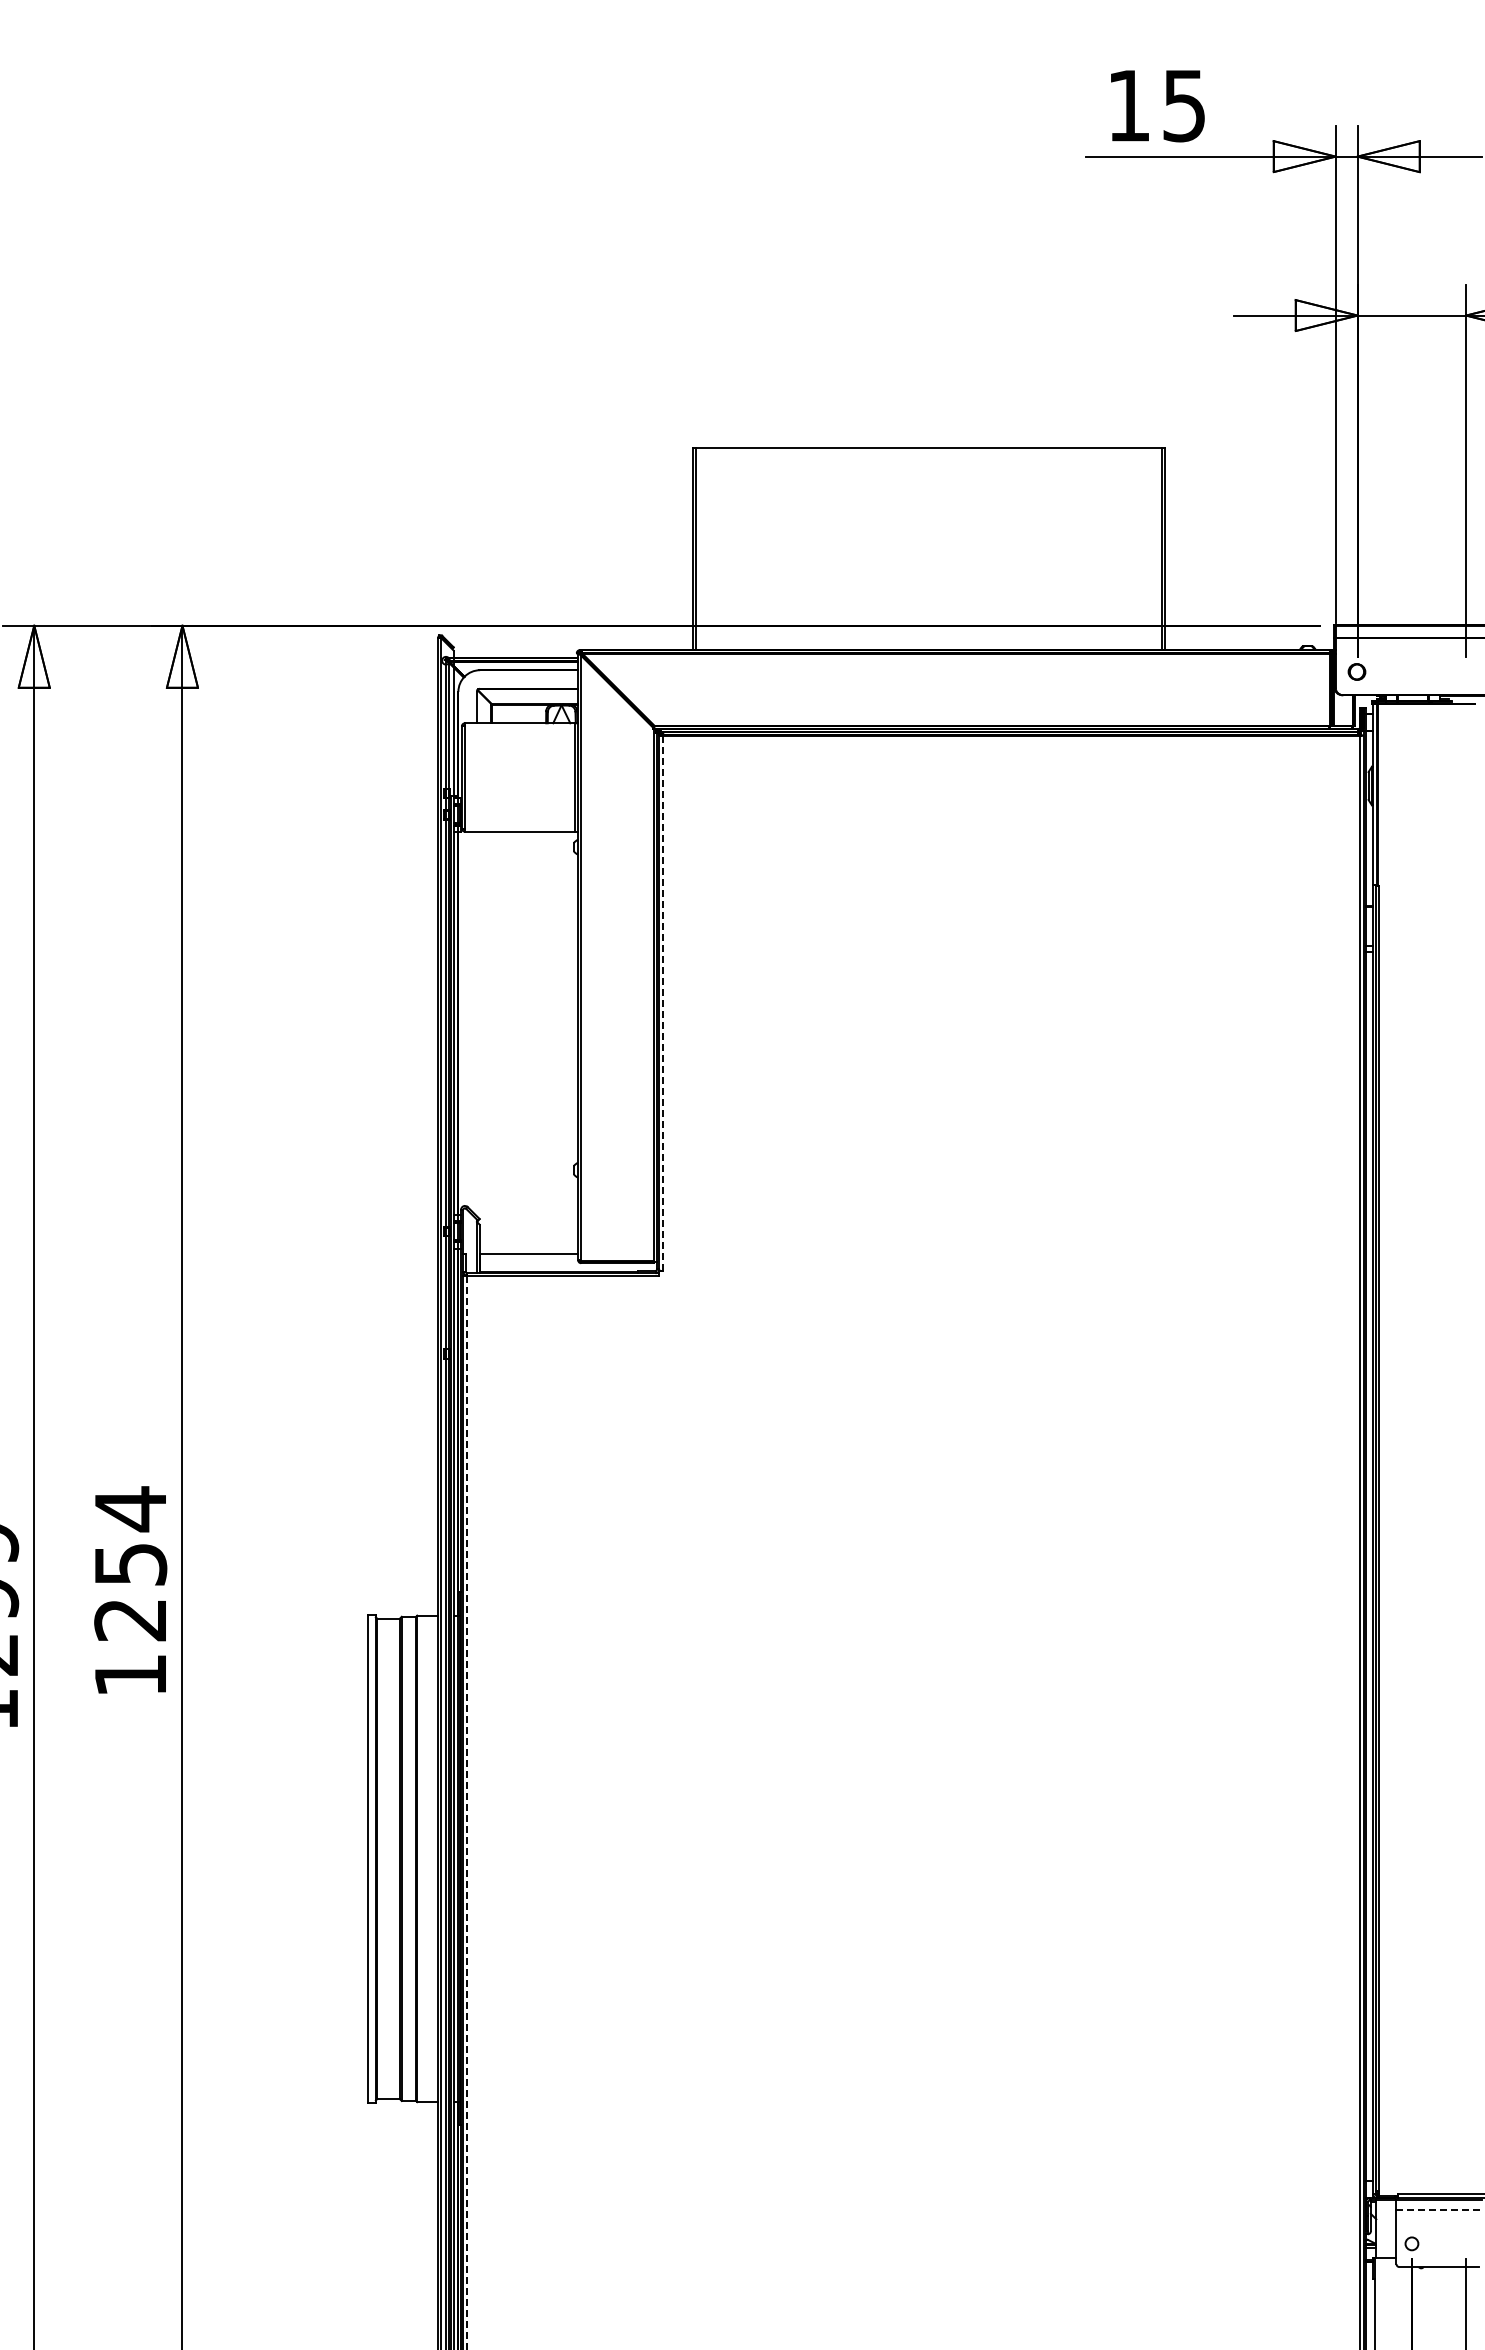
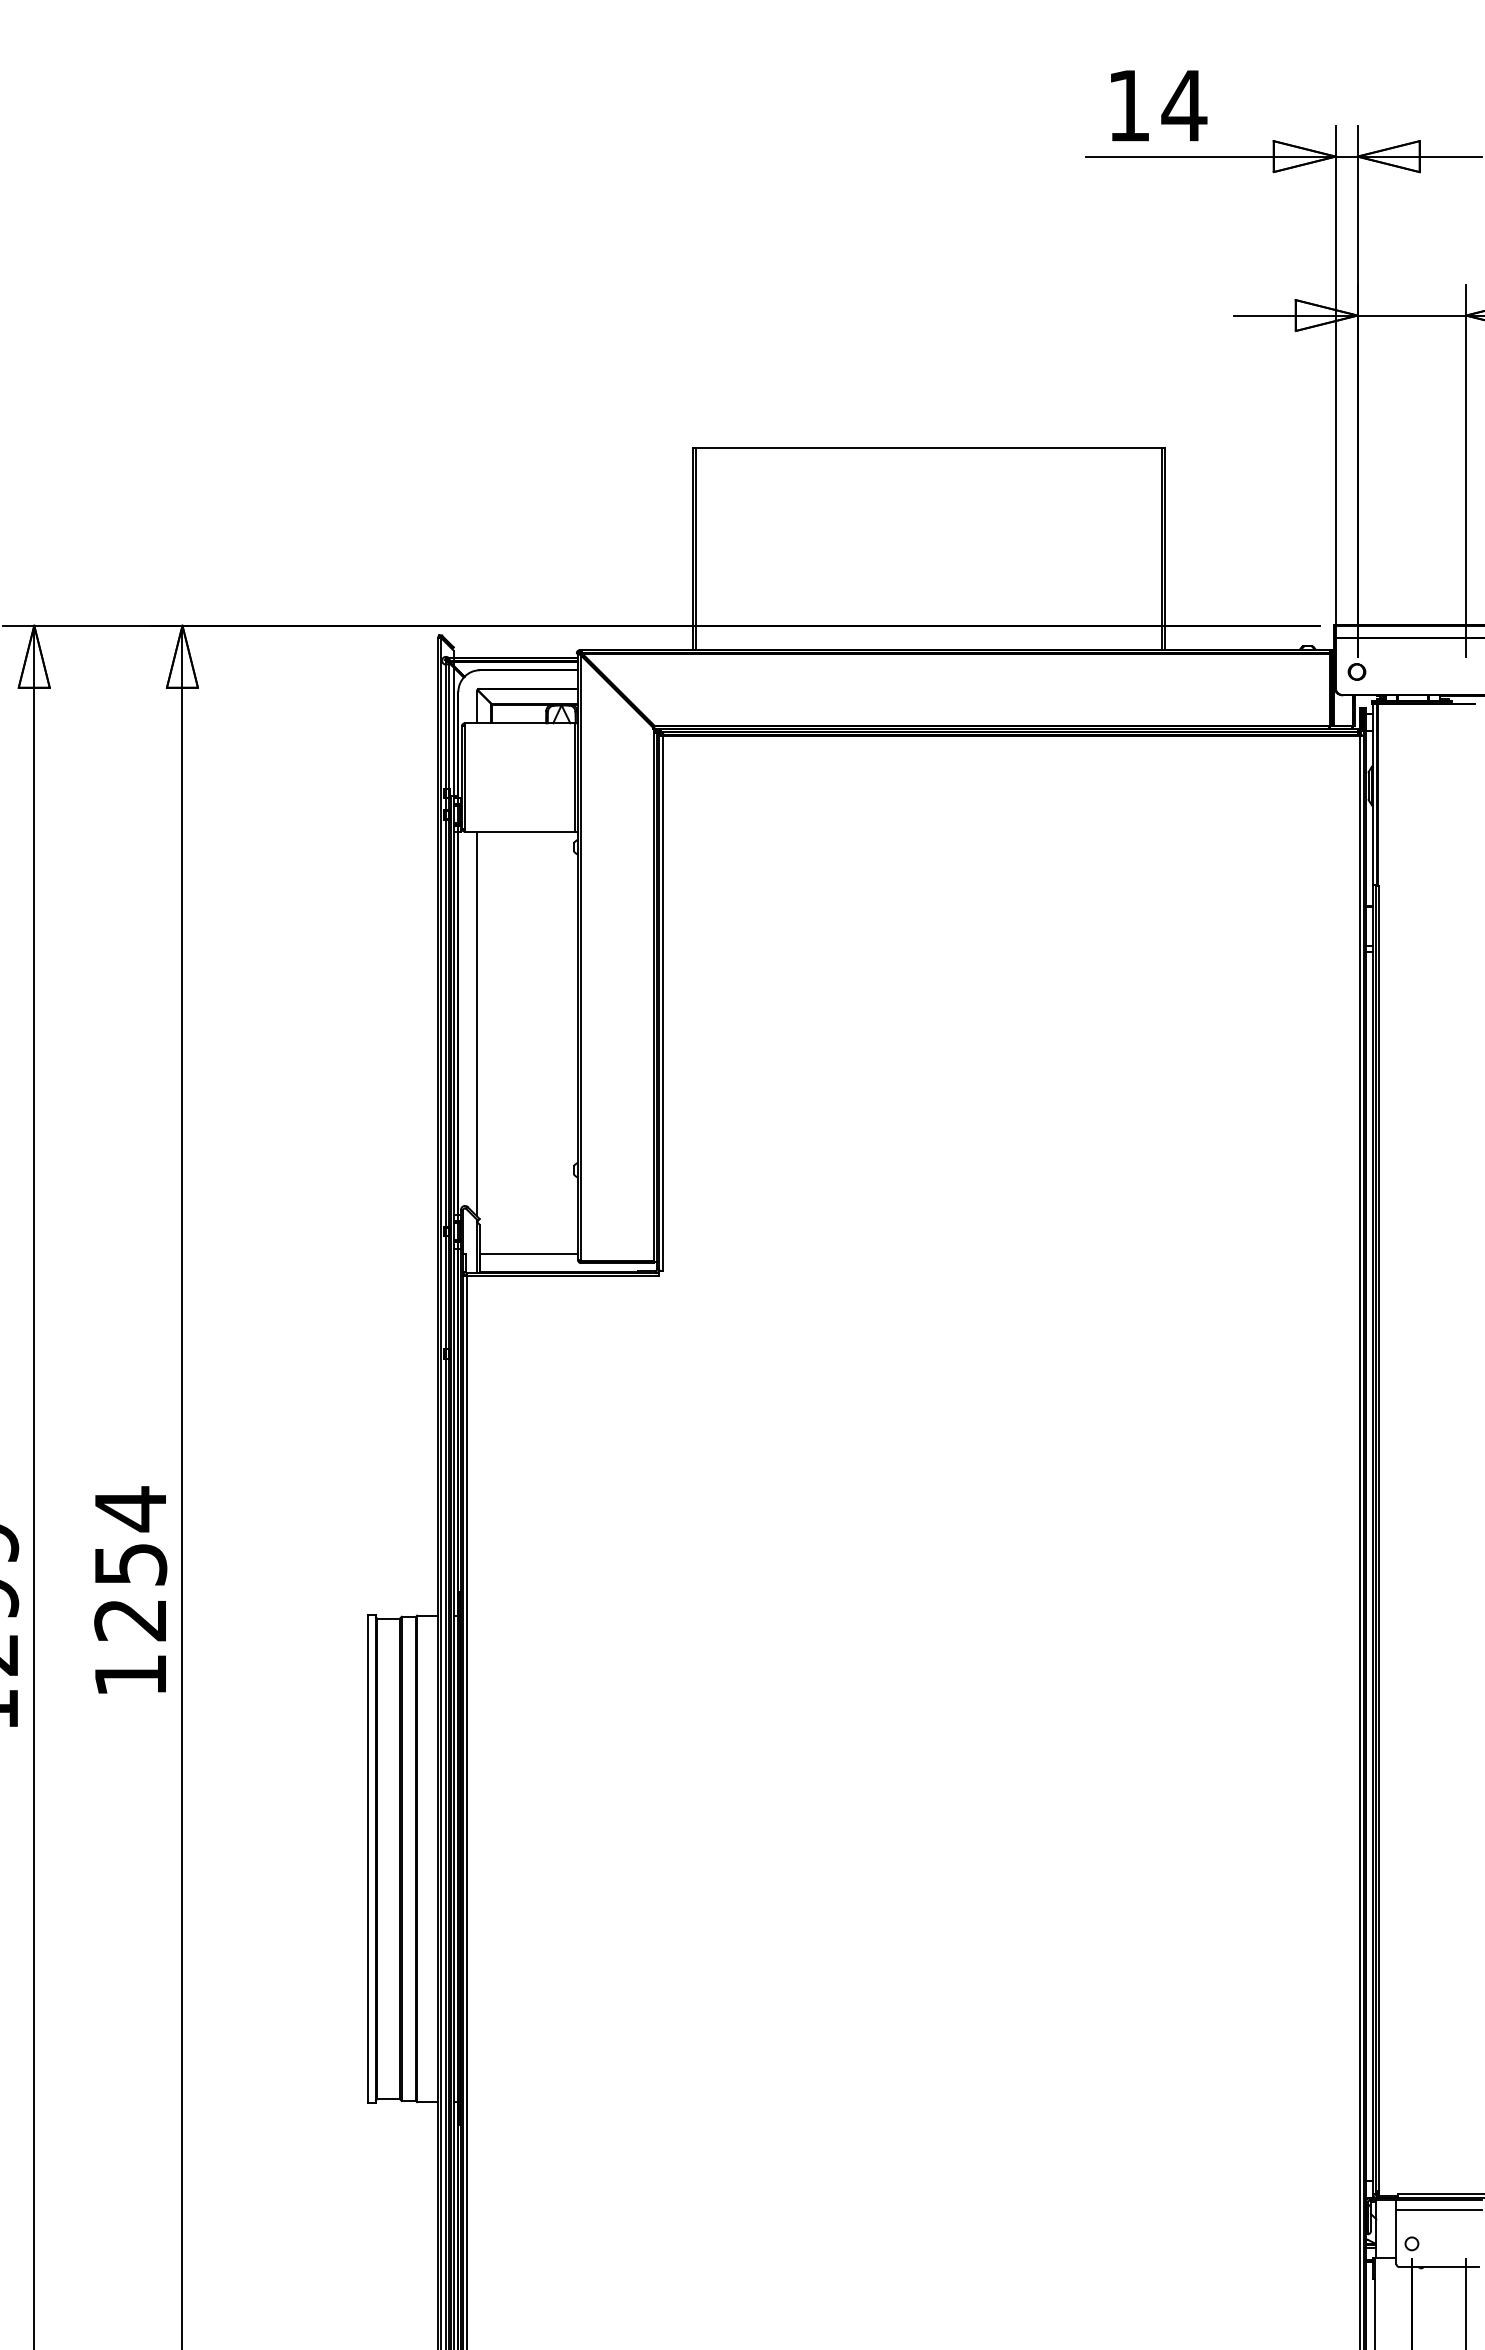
text at (1184, 106): 15 -> 14
line at (663, 1003): dashed -> solid
line at (476, 1023): none -> present
line at (467, 1812): dashed -> solid
line at (1439, 2209): dashed -> solid
